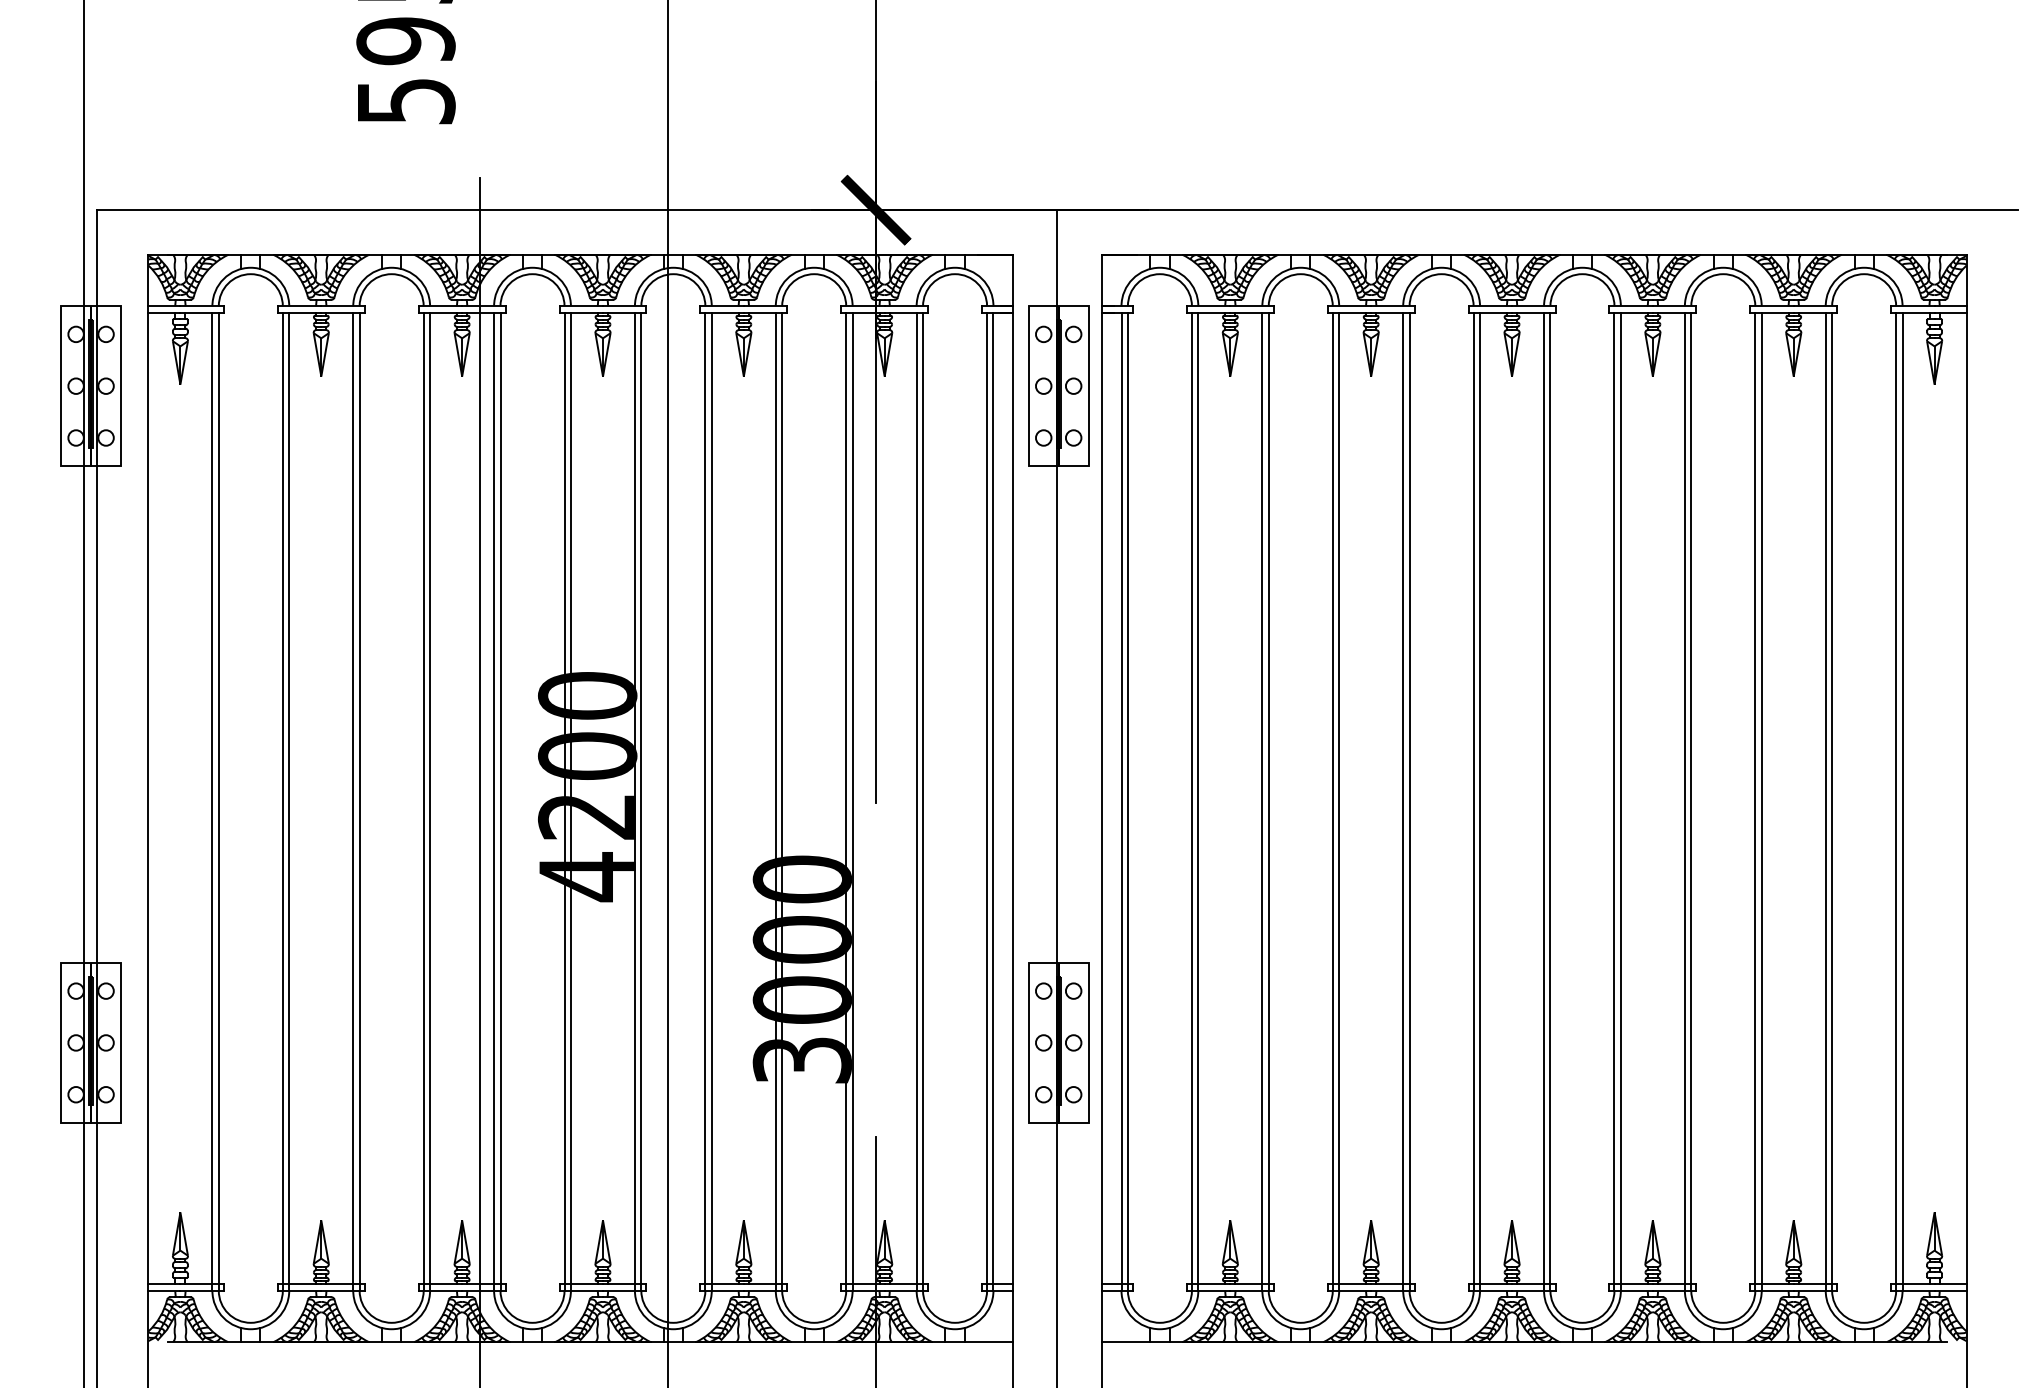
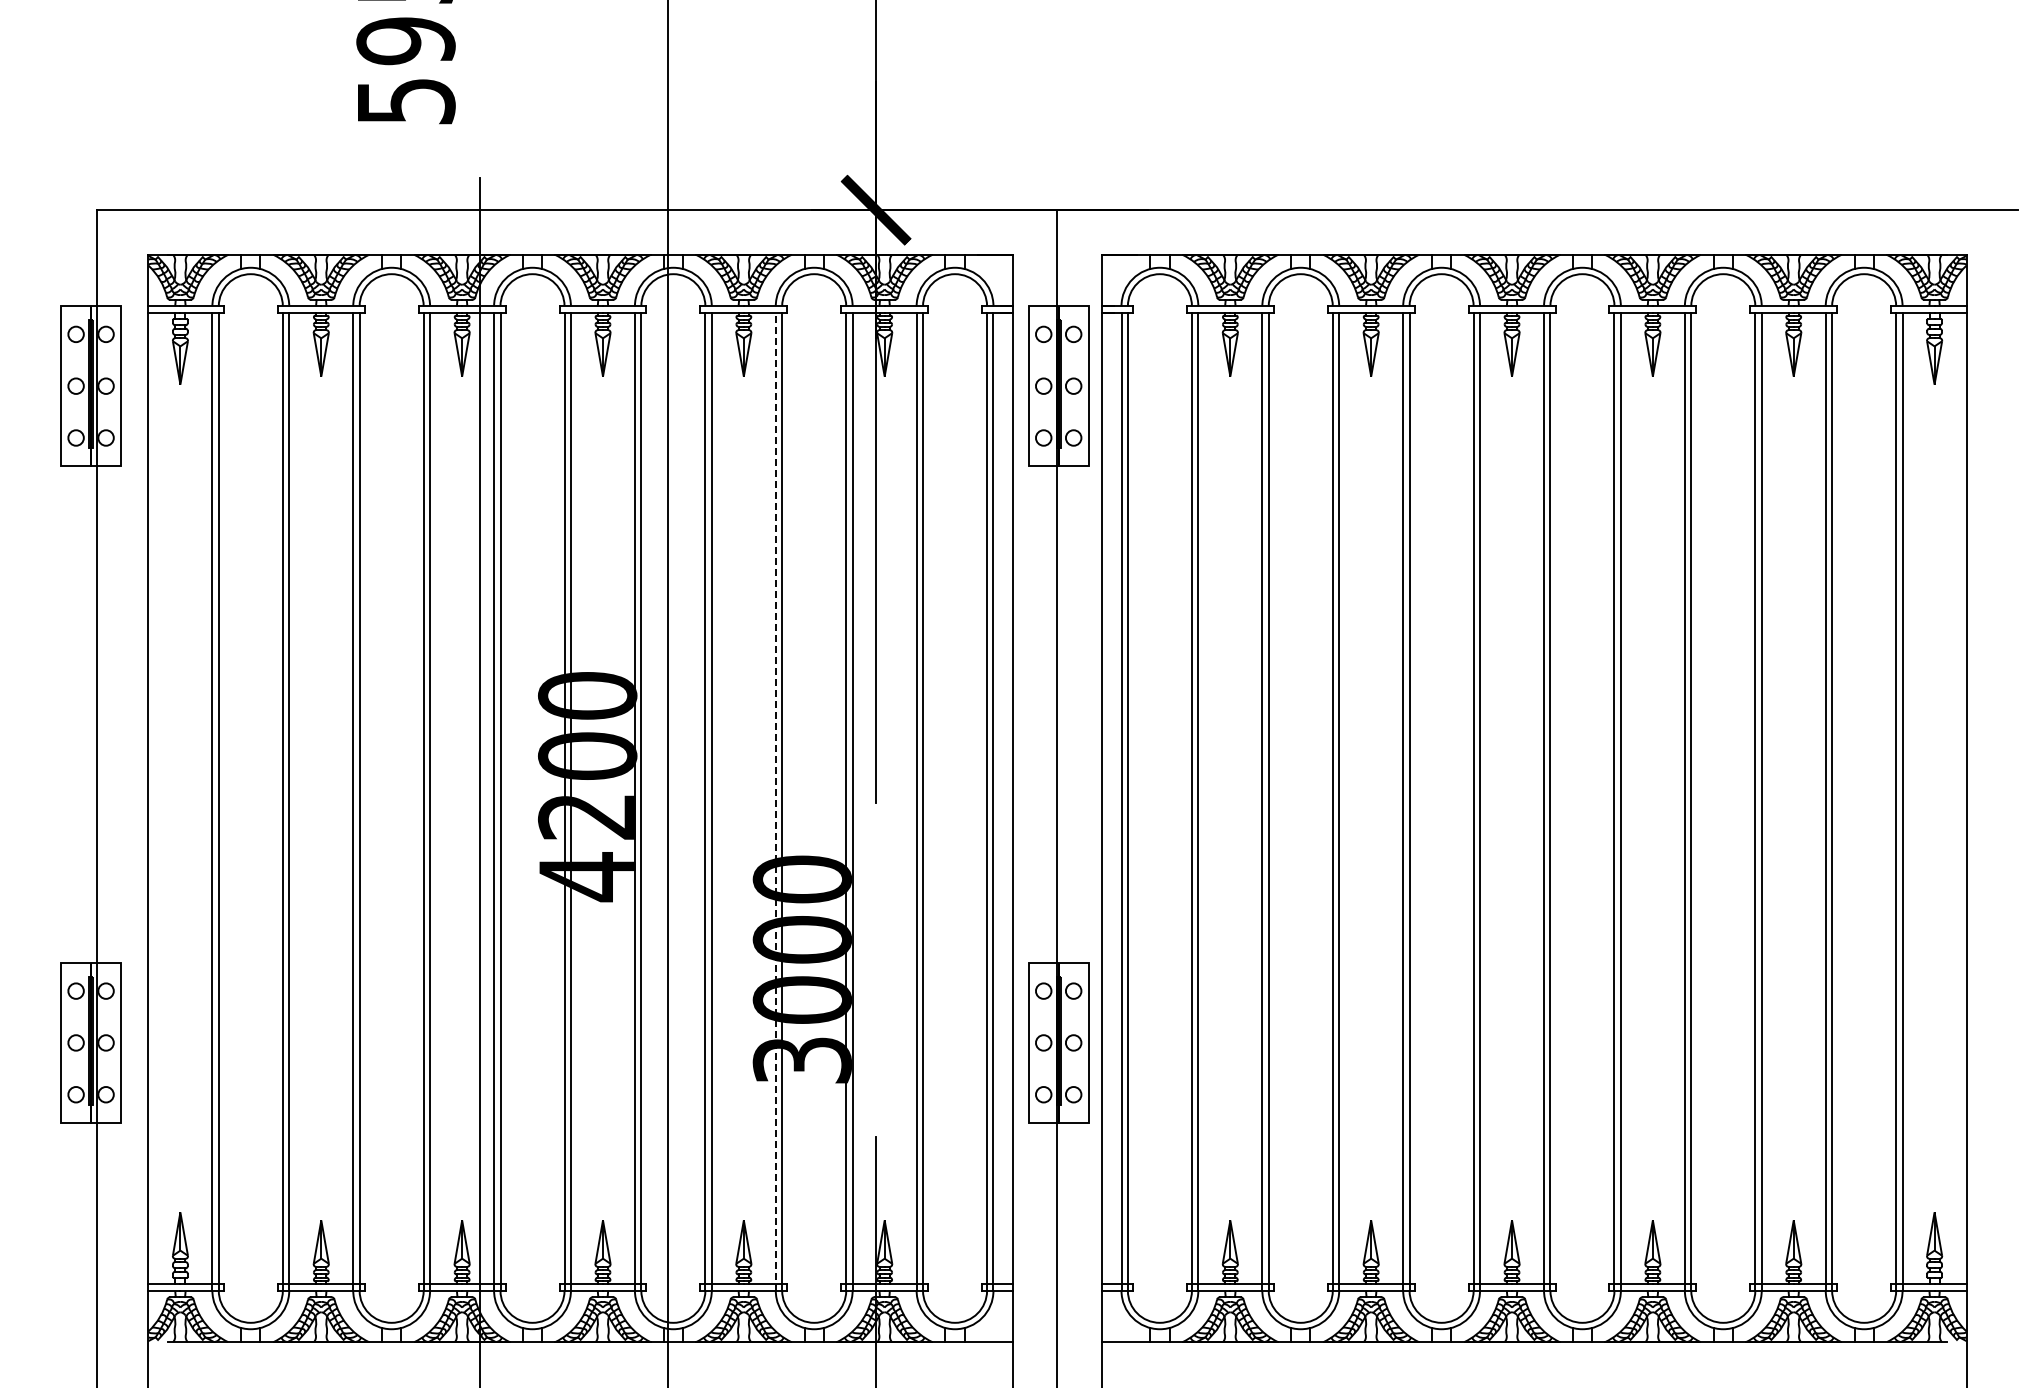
line at (84, 693): present -> none
line at (775, 801): solid -> dashed
